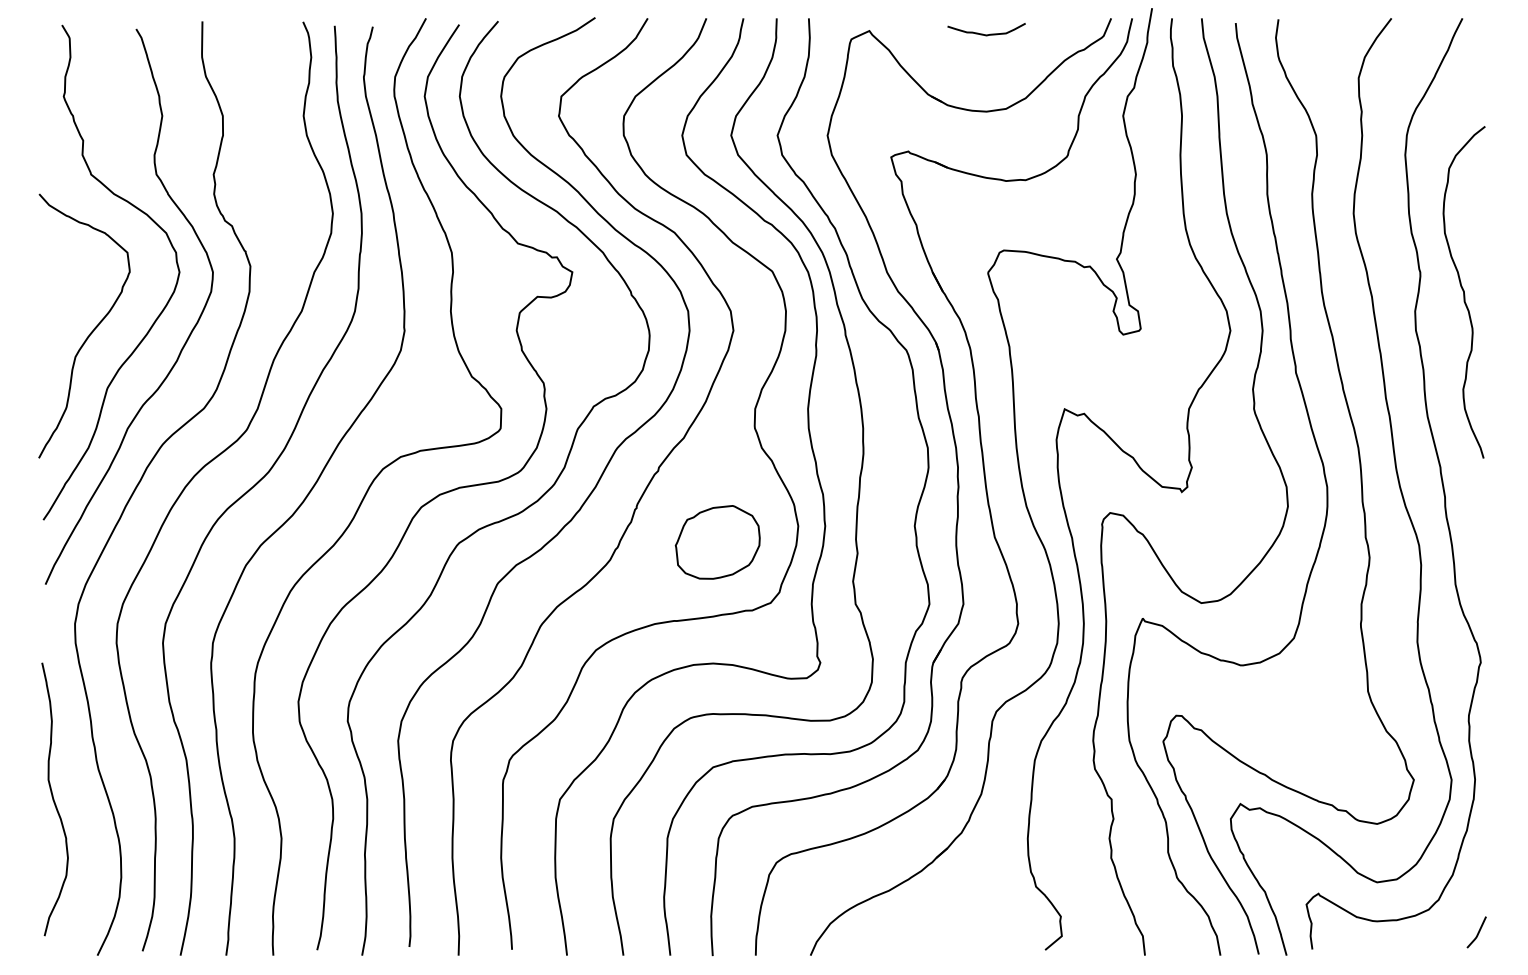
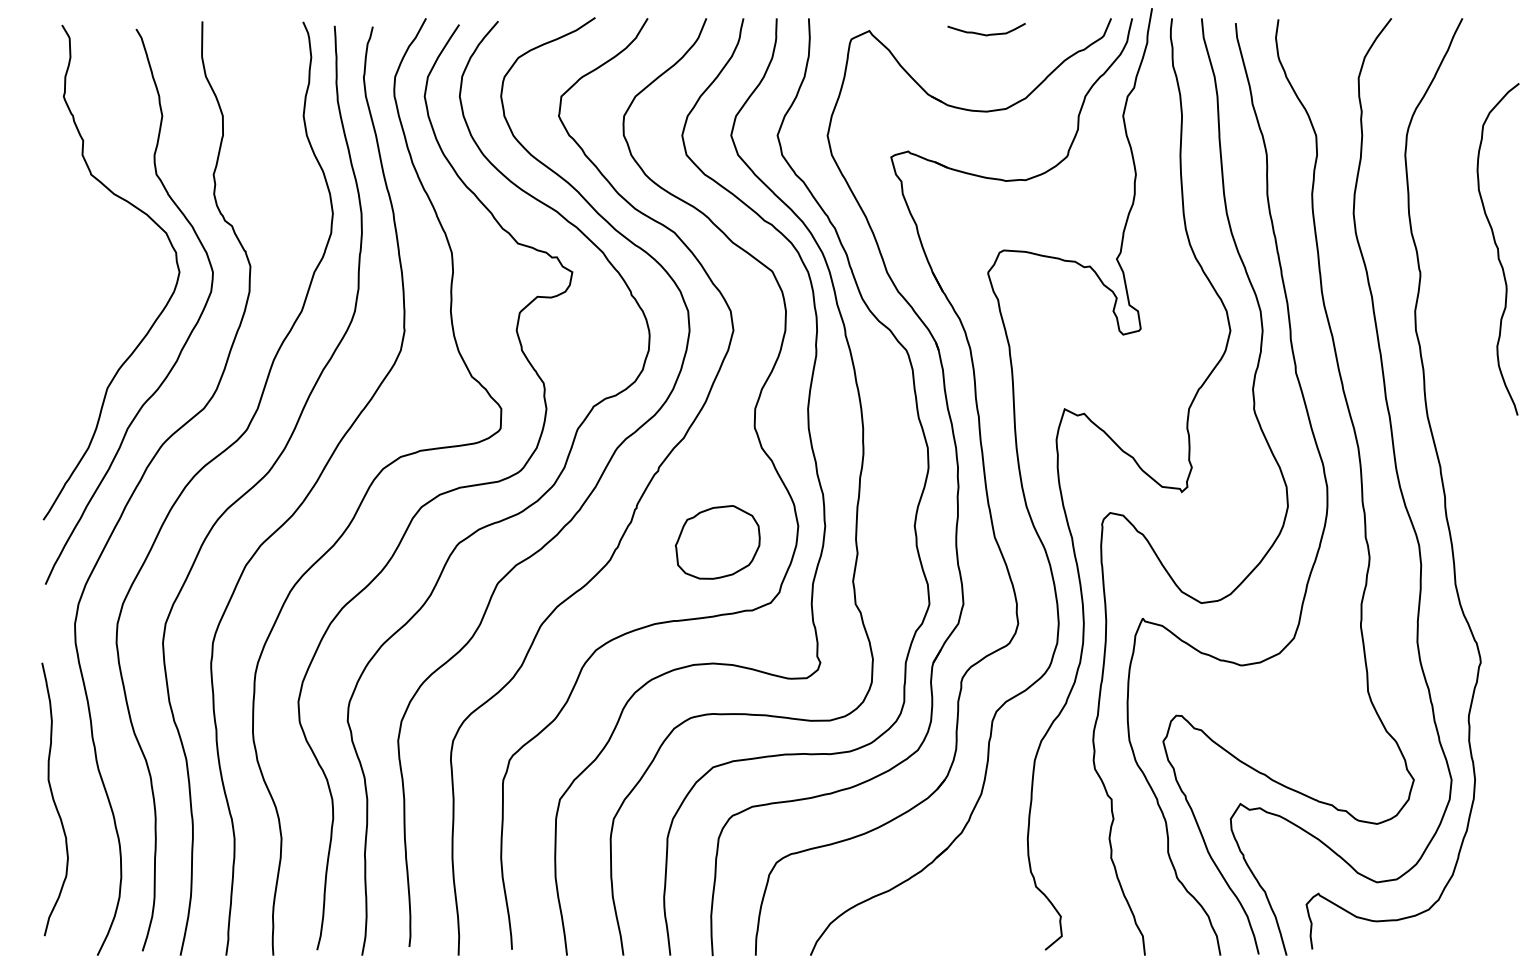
curve at (1463, 292) position: (1463, 292) -> (1497, 249)
curve at (91, 331): present -> none
line at (1477, 932): present -> none
